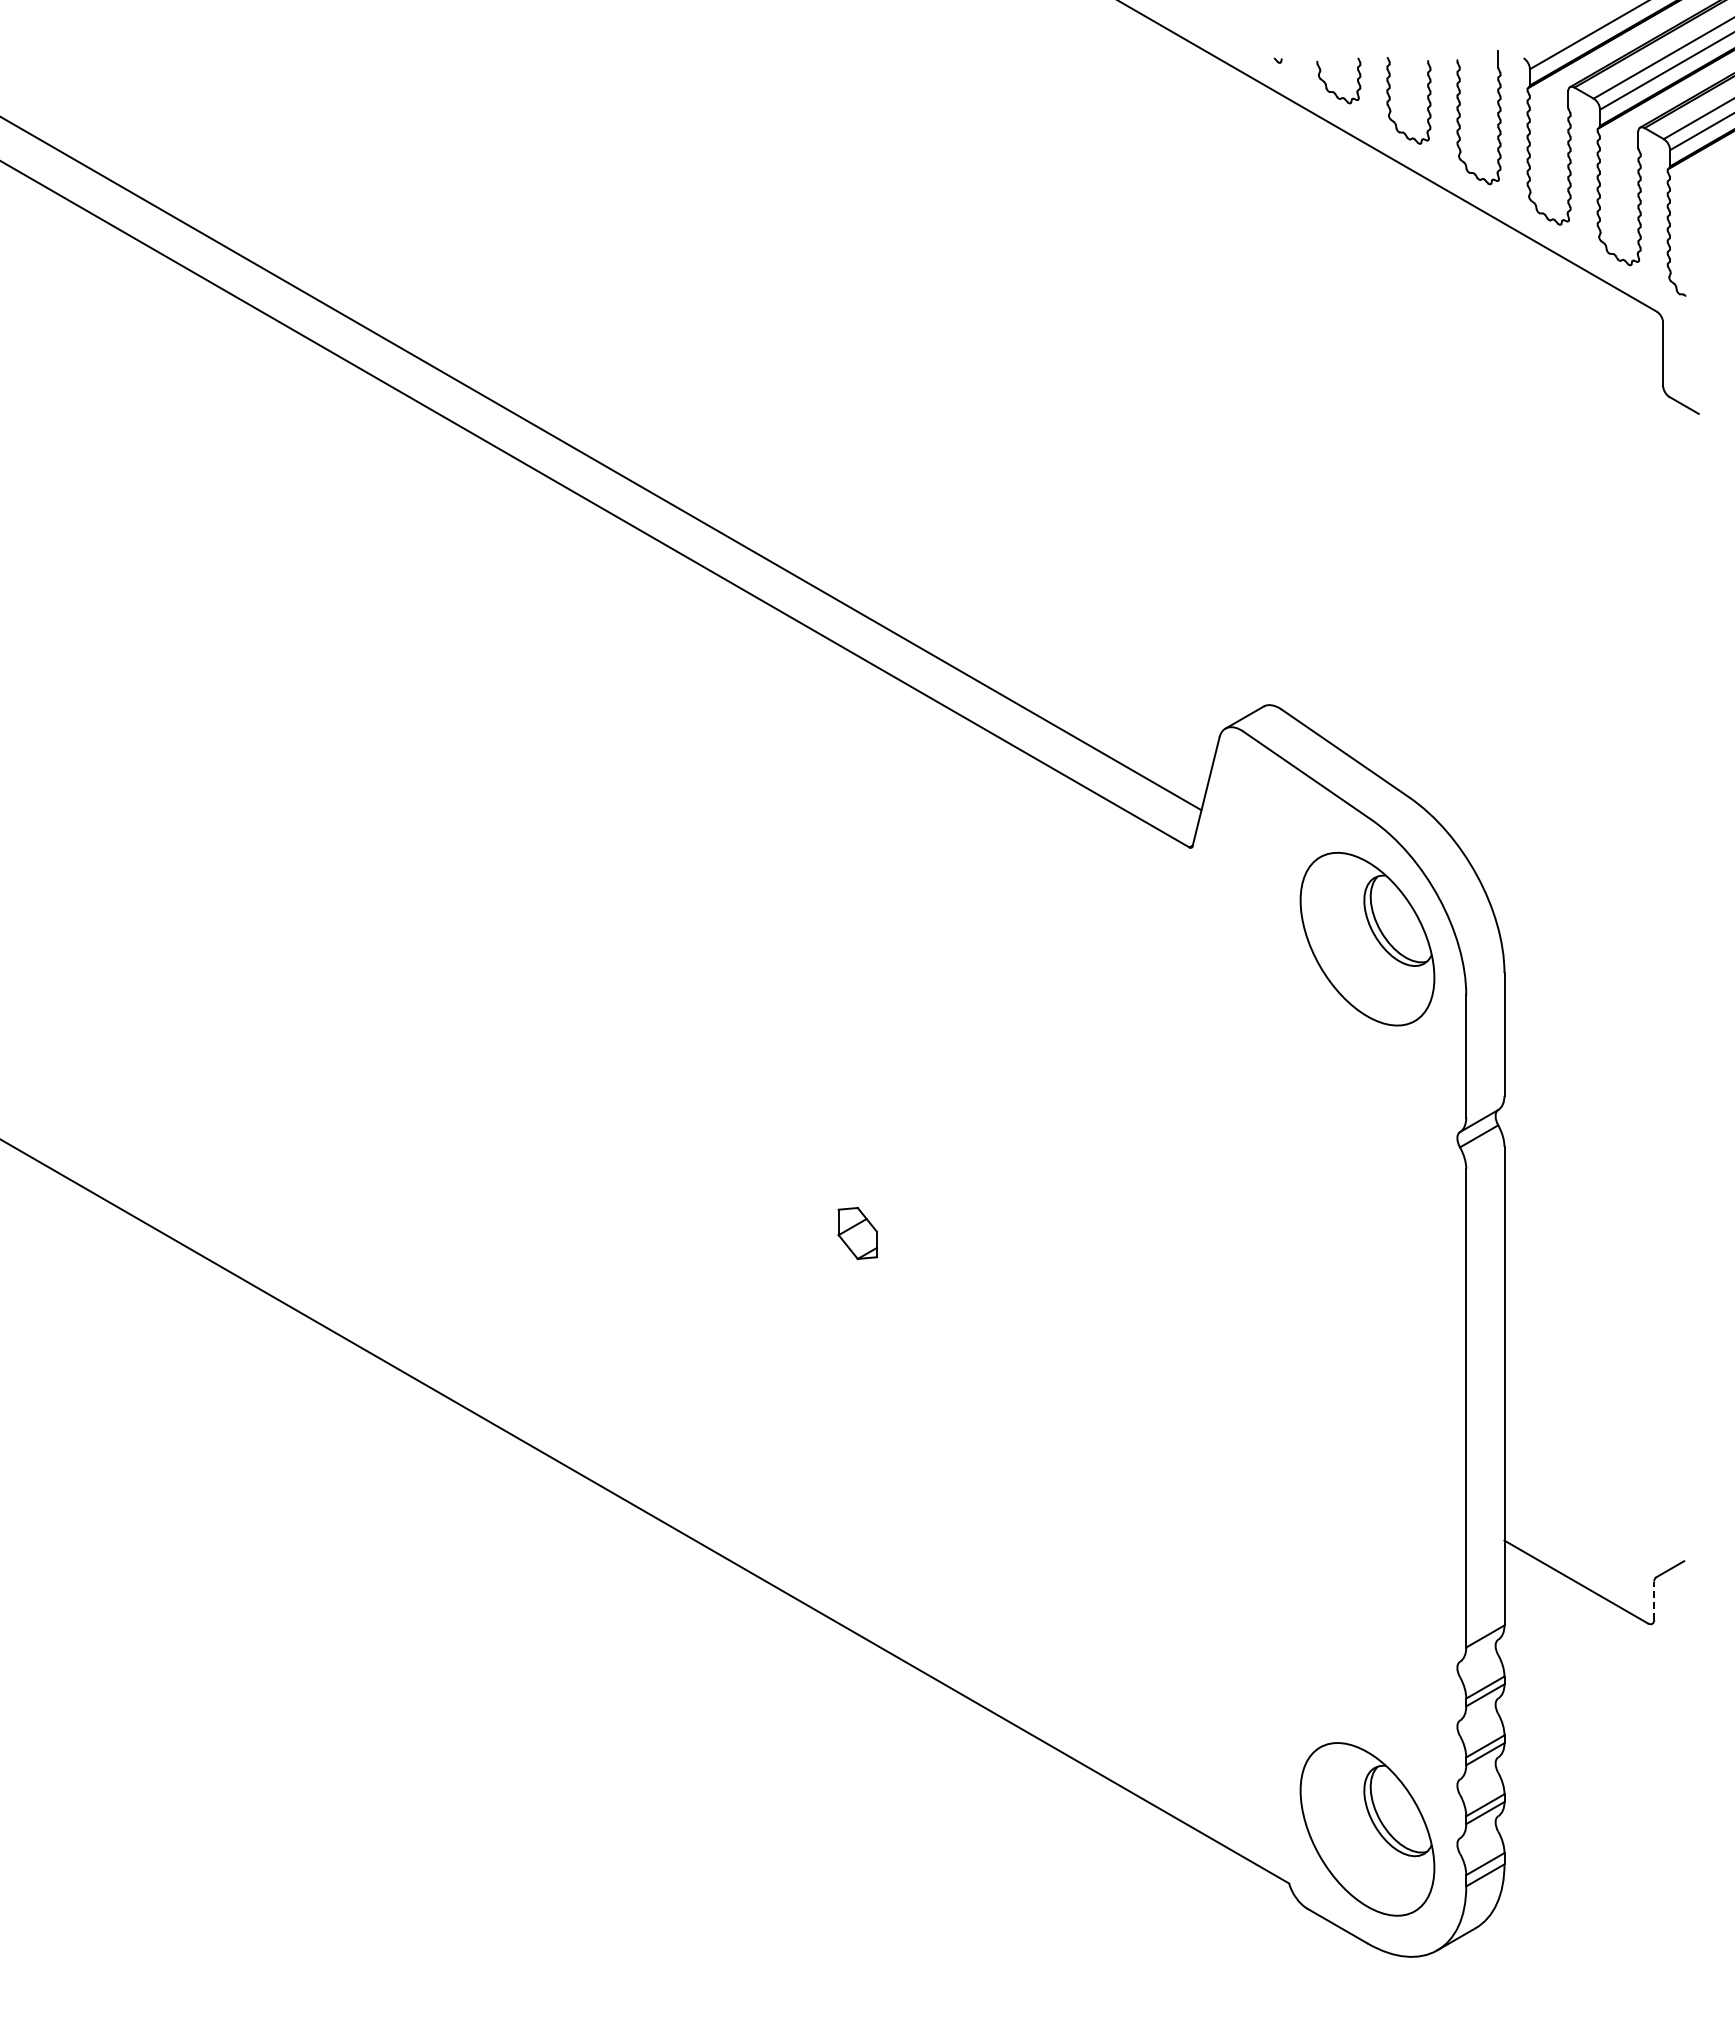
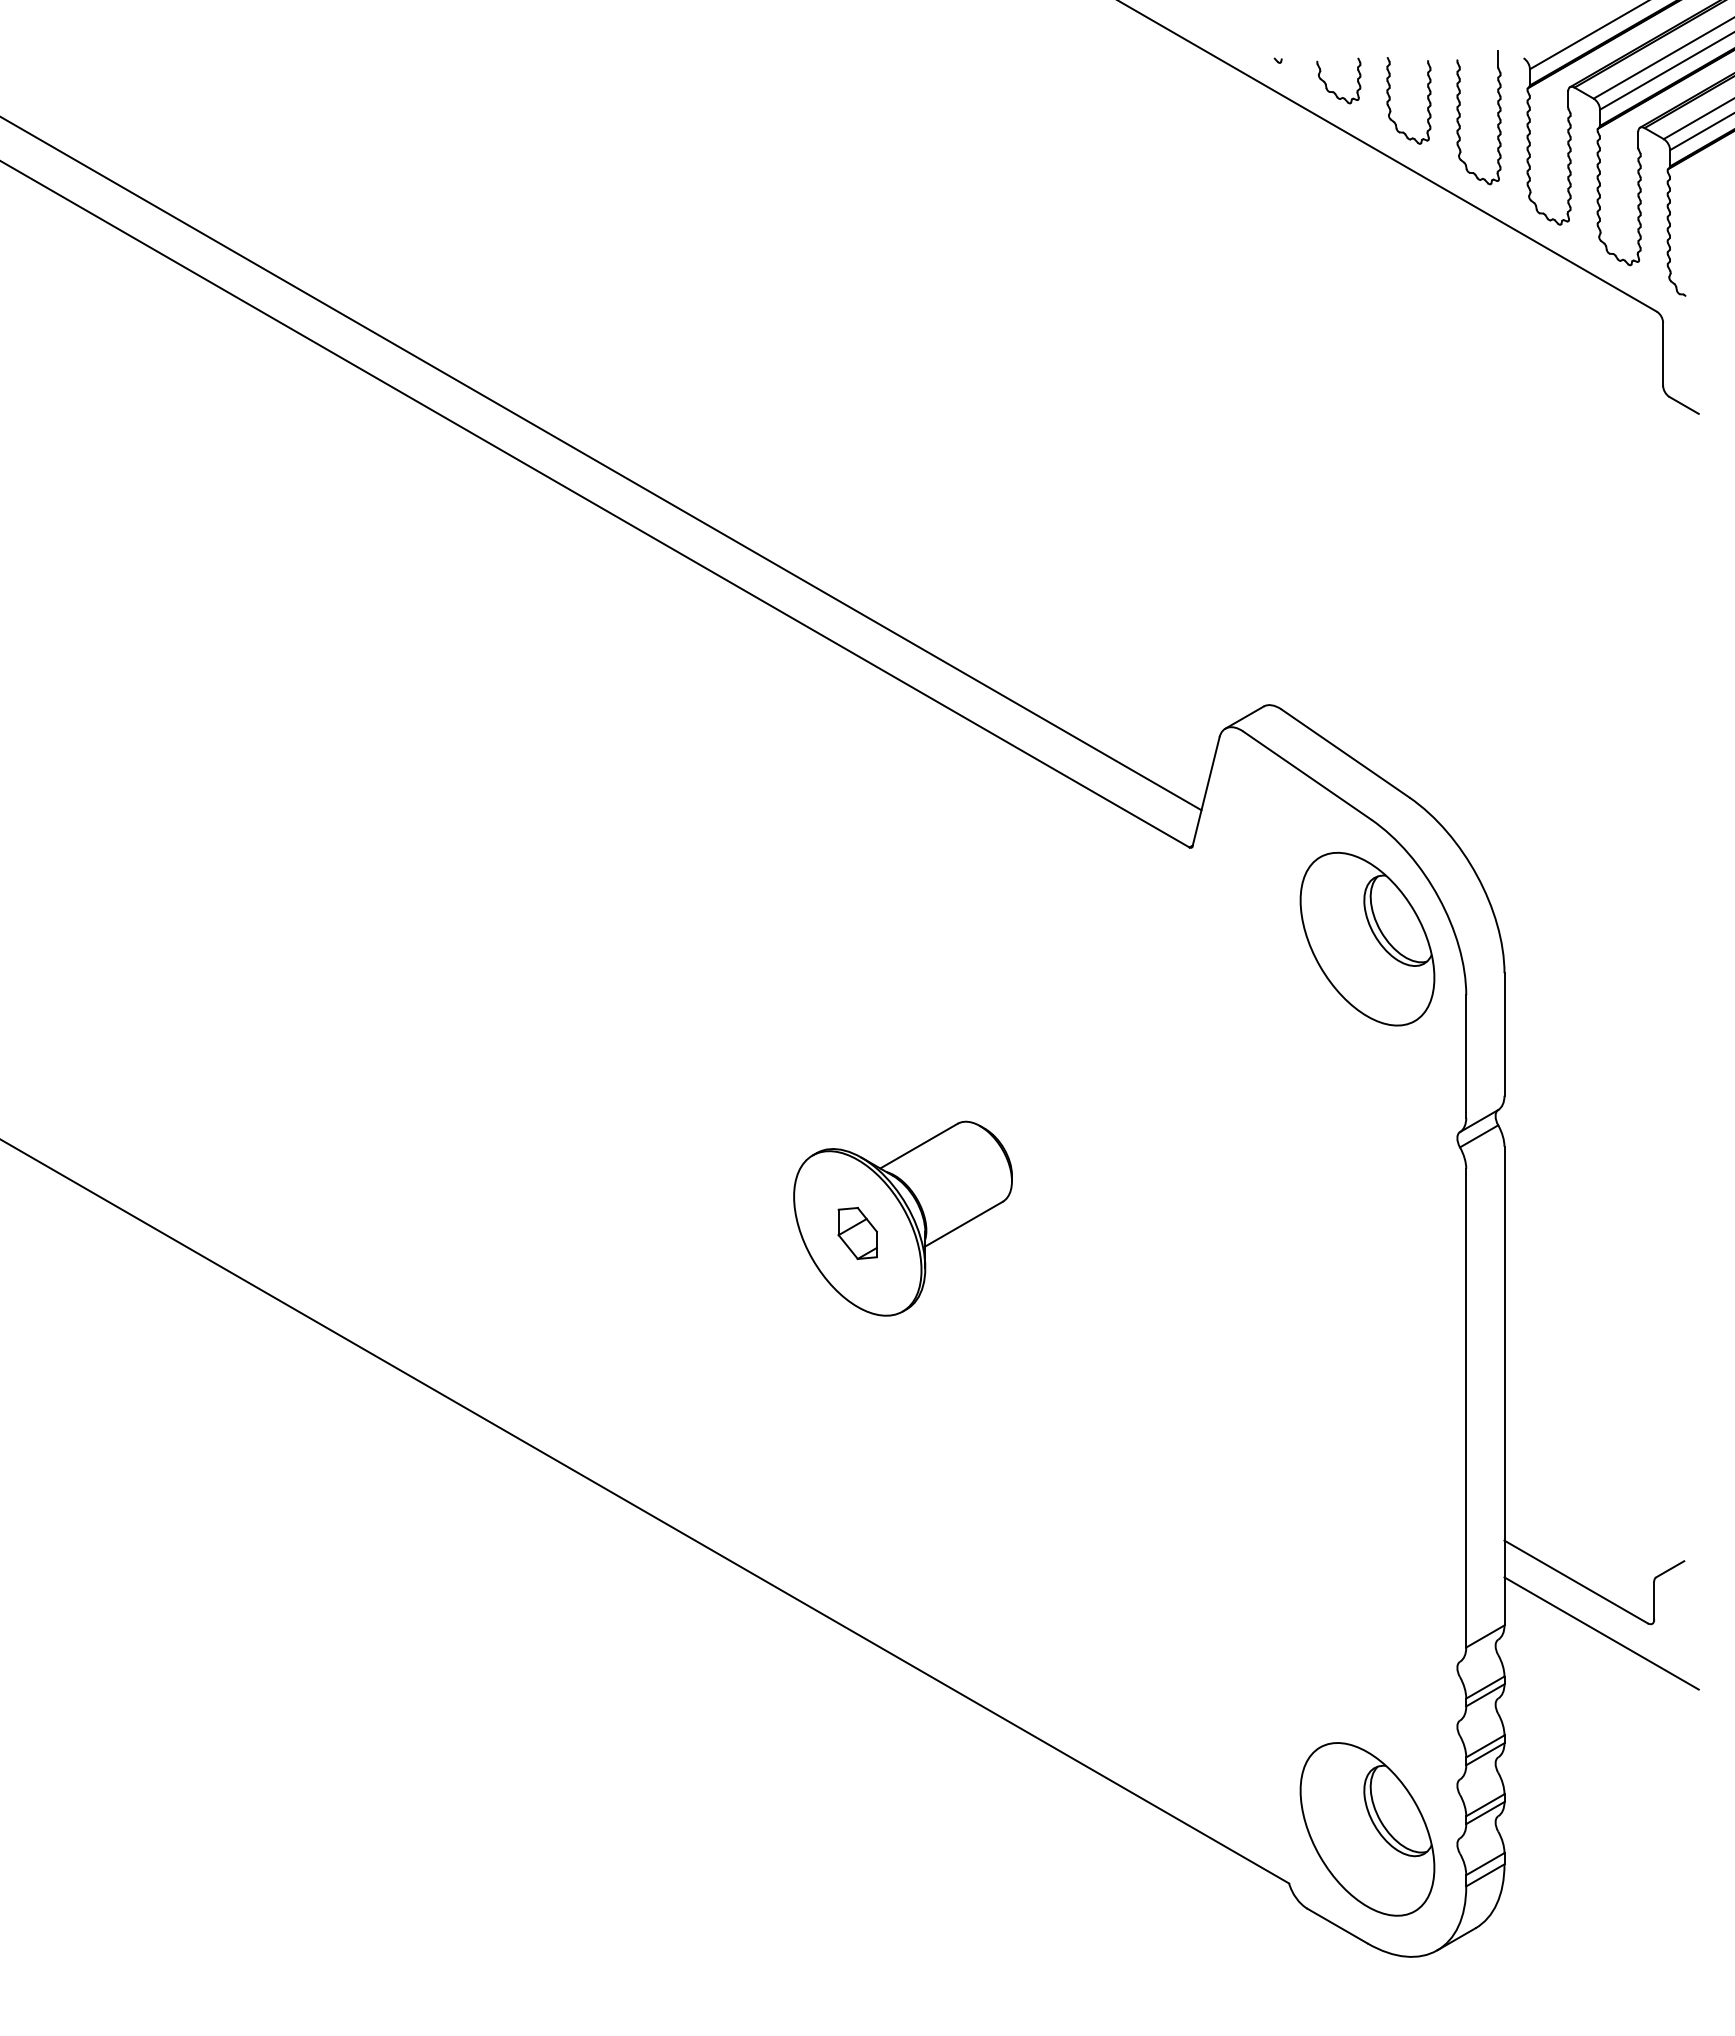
part at (902, 1218): none -> present
line at (1654, 1600): dashed -> solid
line at (1601, 1633): none -> present
